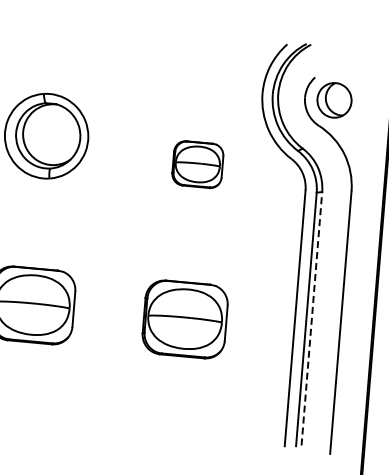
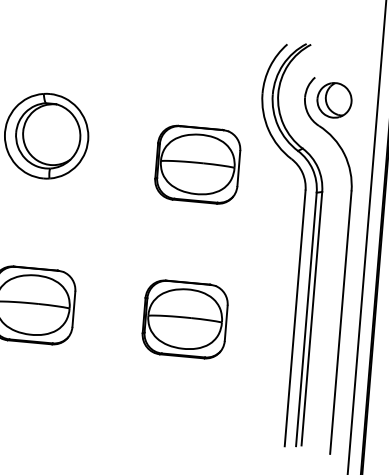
part at (197, 164) size: 54x50 px -> 88x81 px
line at (366, 237): none -> present
line at (311, 318): dashed -> solid
